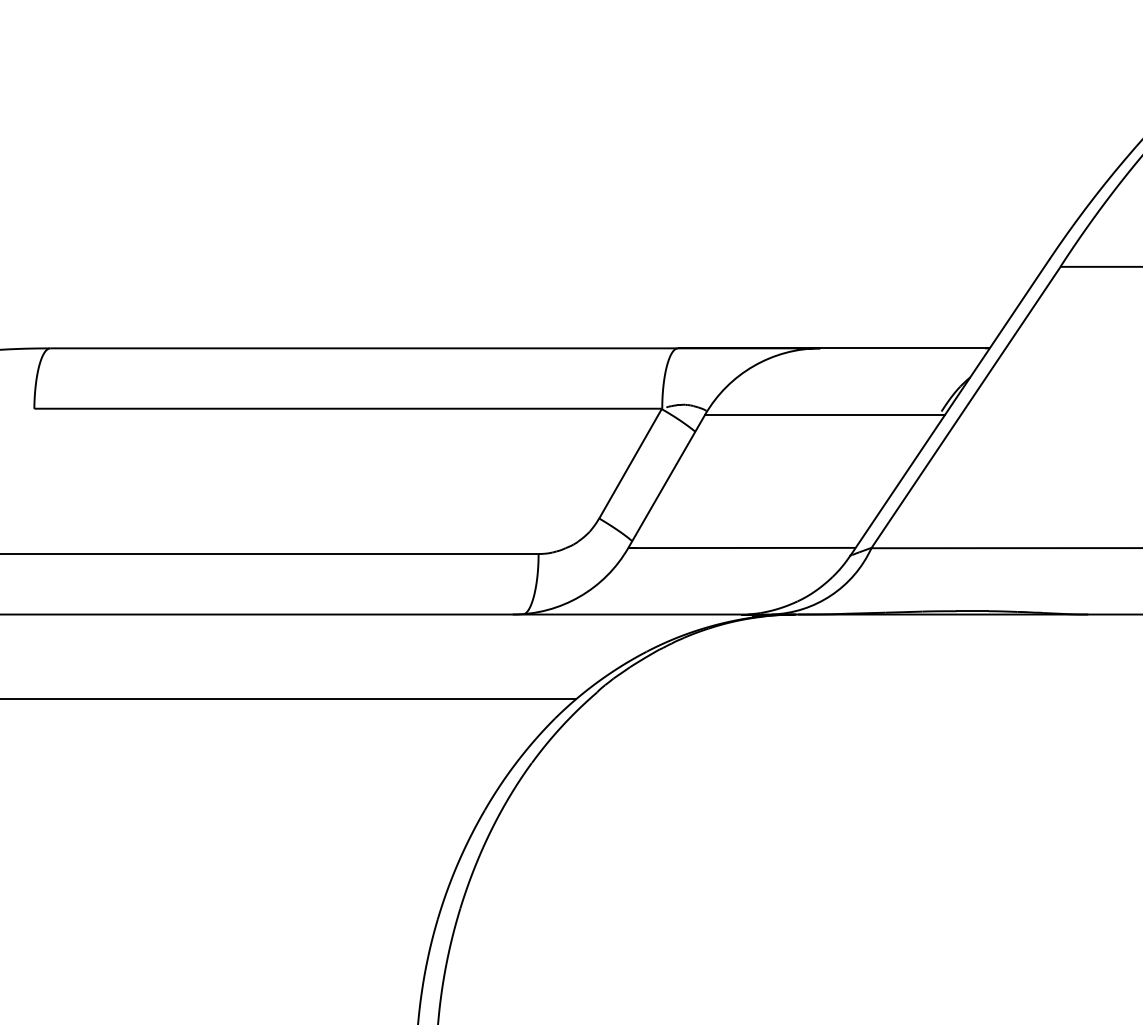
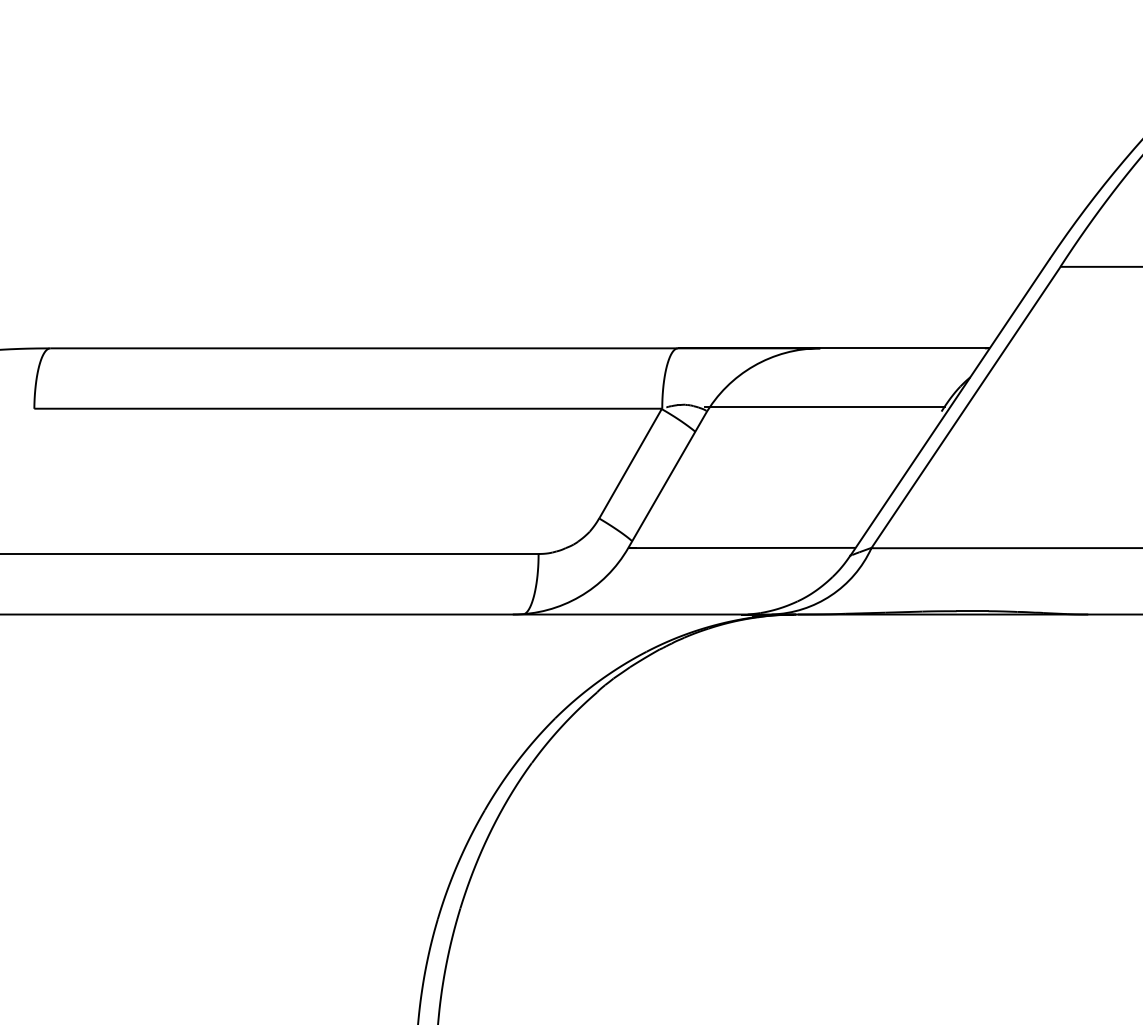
line at (824, 414) position: (824, 414) -> (824, 406)
line at (289, 699): present -> none
